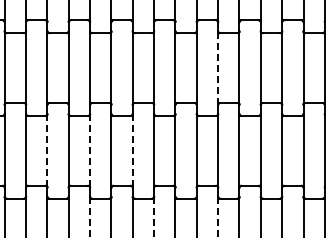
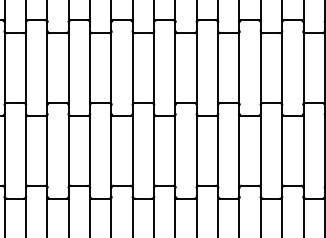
line at (218, 68): dashed -> solid
line at (47, 150): dashed -> solid
line at (90, 150): dashed -> solid
line at (132, 150): dashed -> solid
line at (90, 216): dashed -> solid
line at (218, 216): dashed -> solid
line at (154, 217): dashed -> solid
